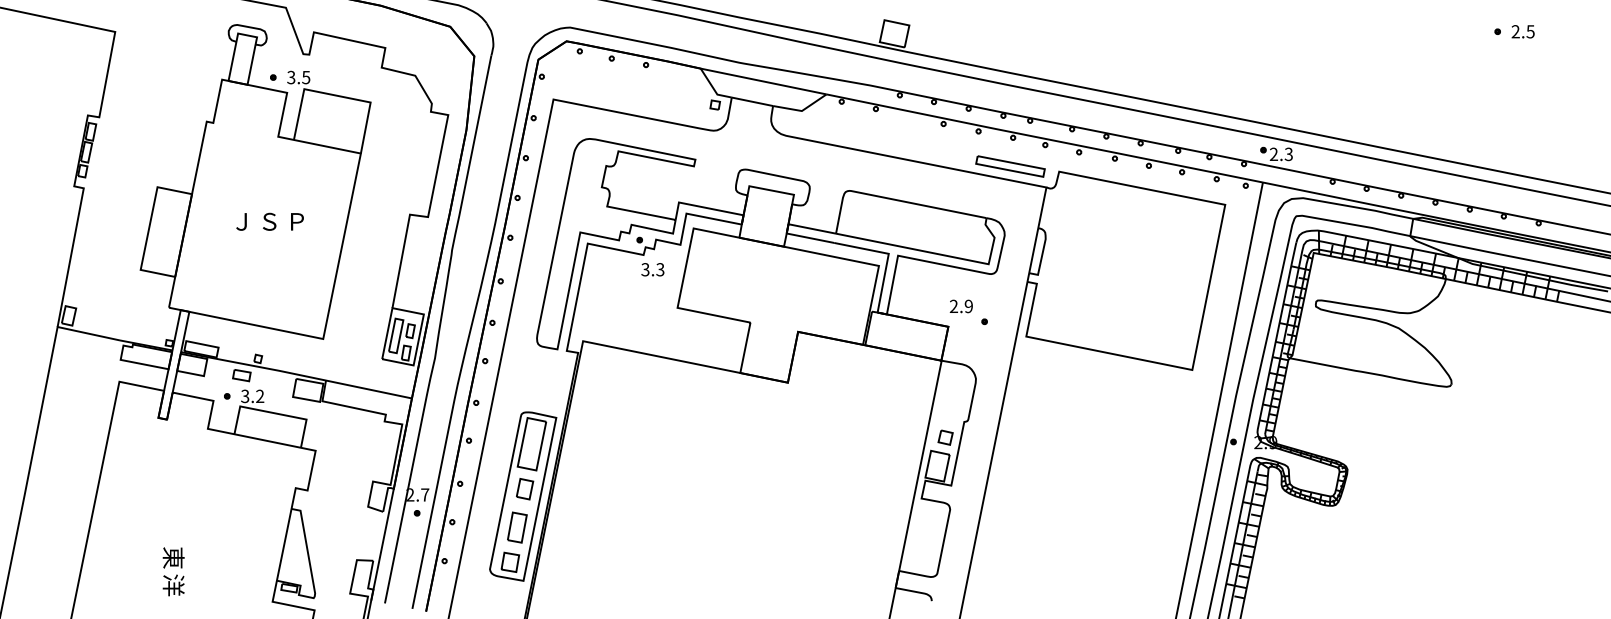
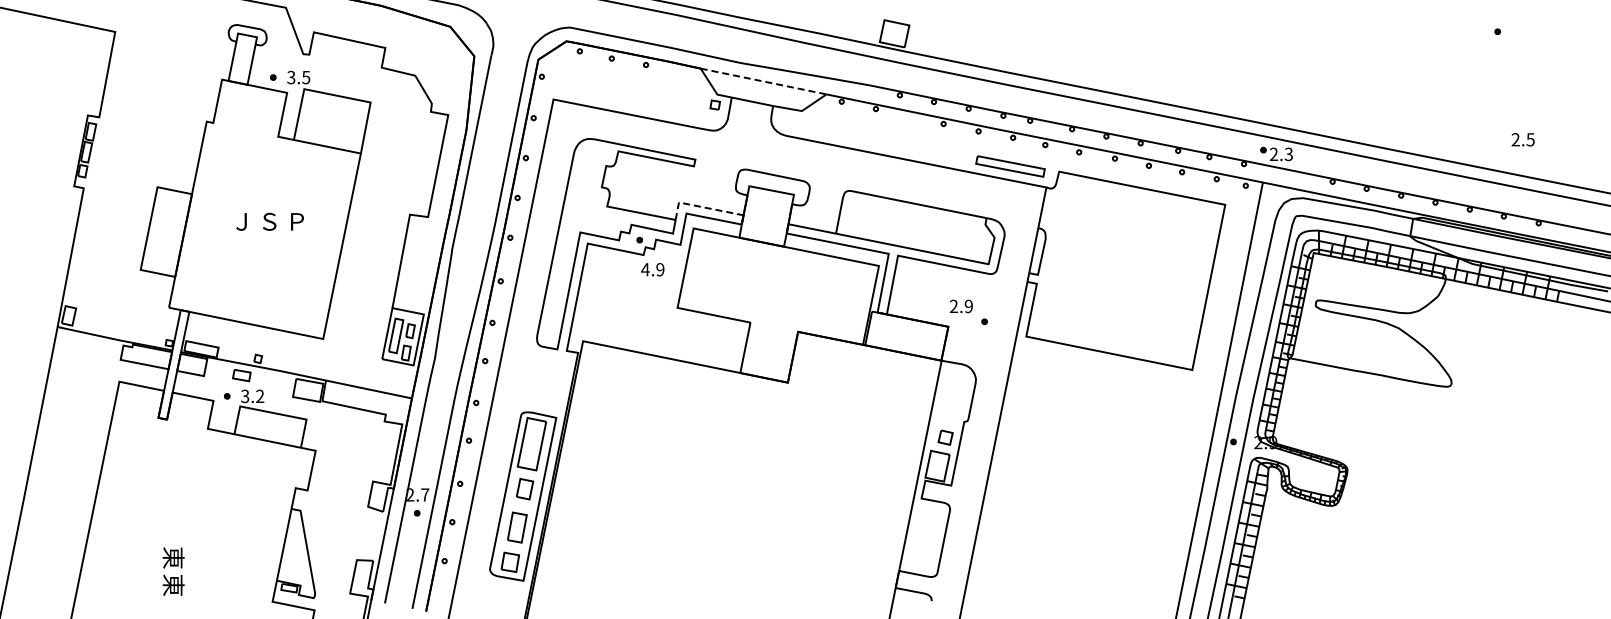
text at (1522, 31) position: (1522, 31) -> (1522, 139)
line at (764, 81): solid -> dashed
line at (702, 207): solid -> dashed
text at (652, 269): 3.3 -> 4.9
text at (173, 585): 洋 -> 東
